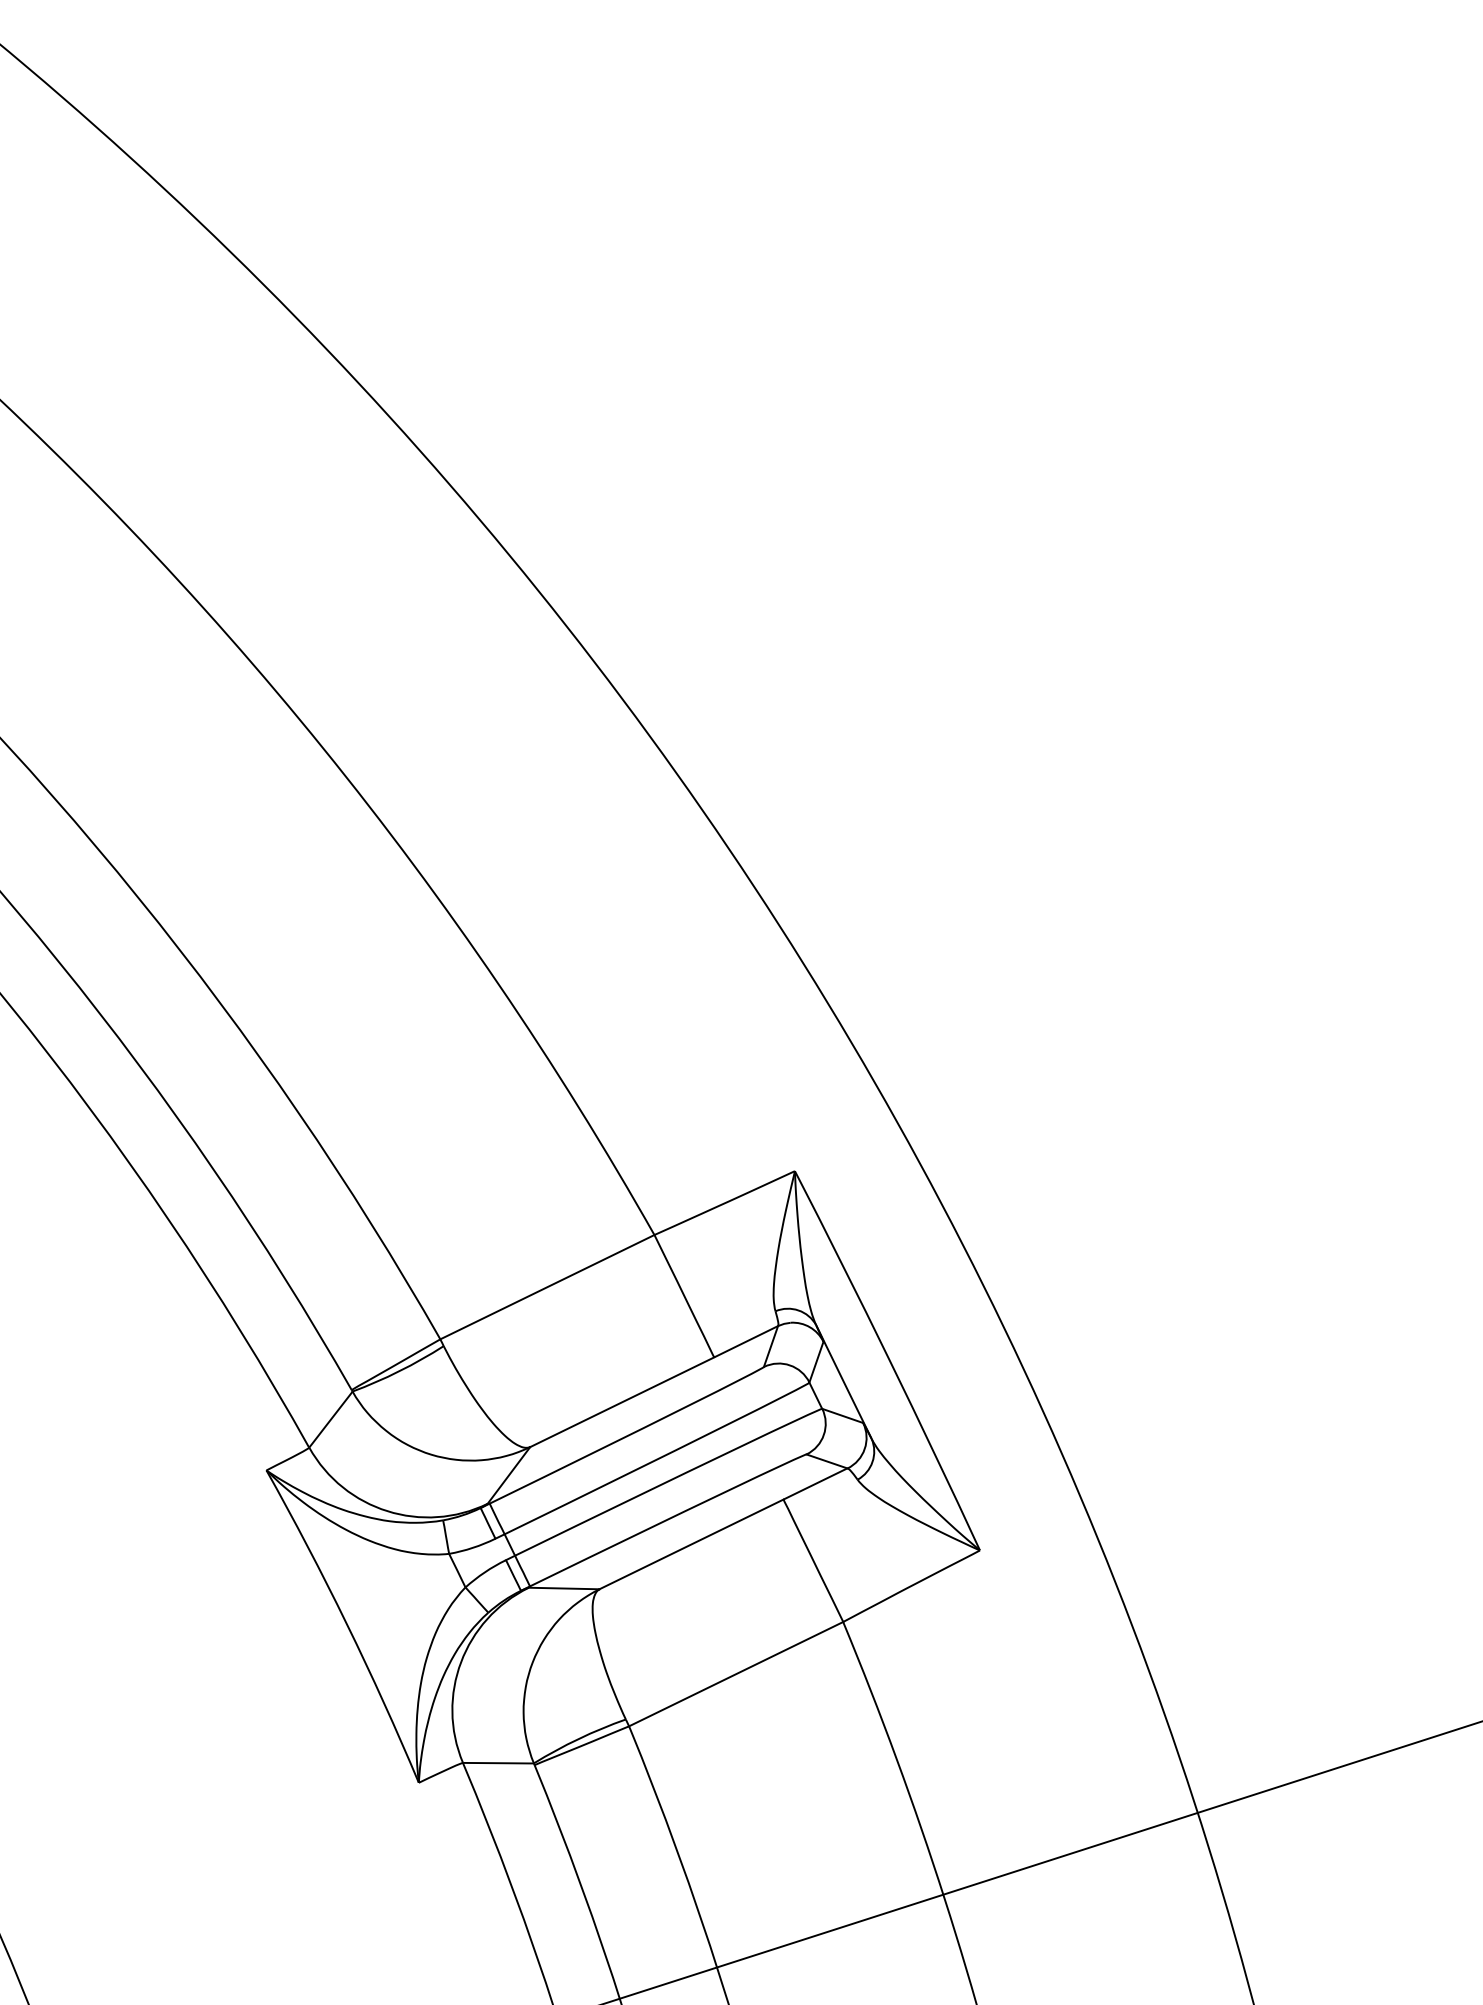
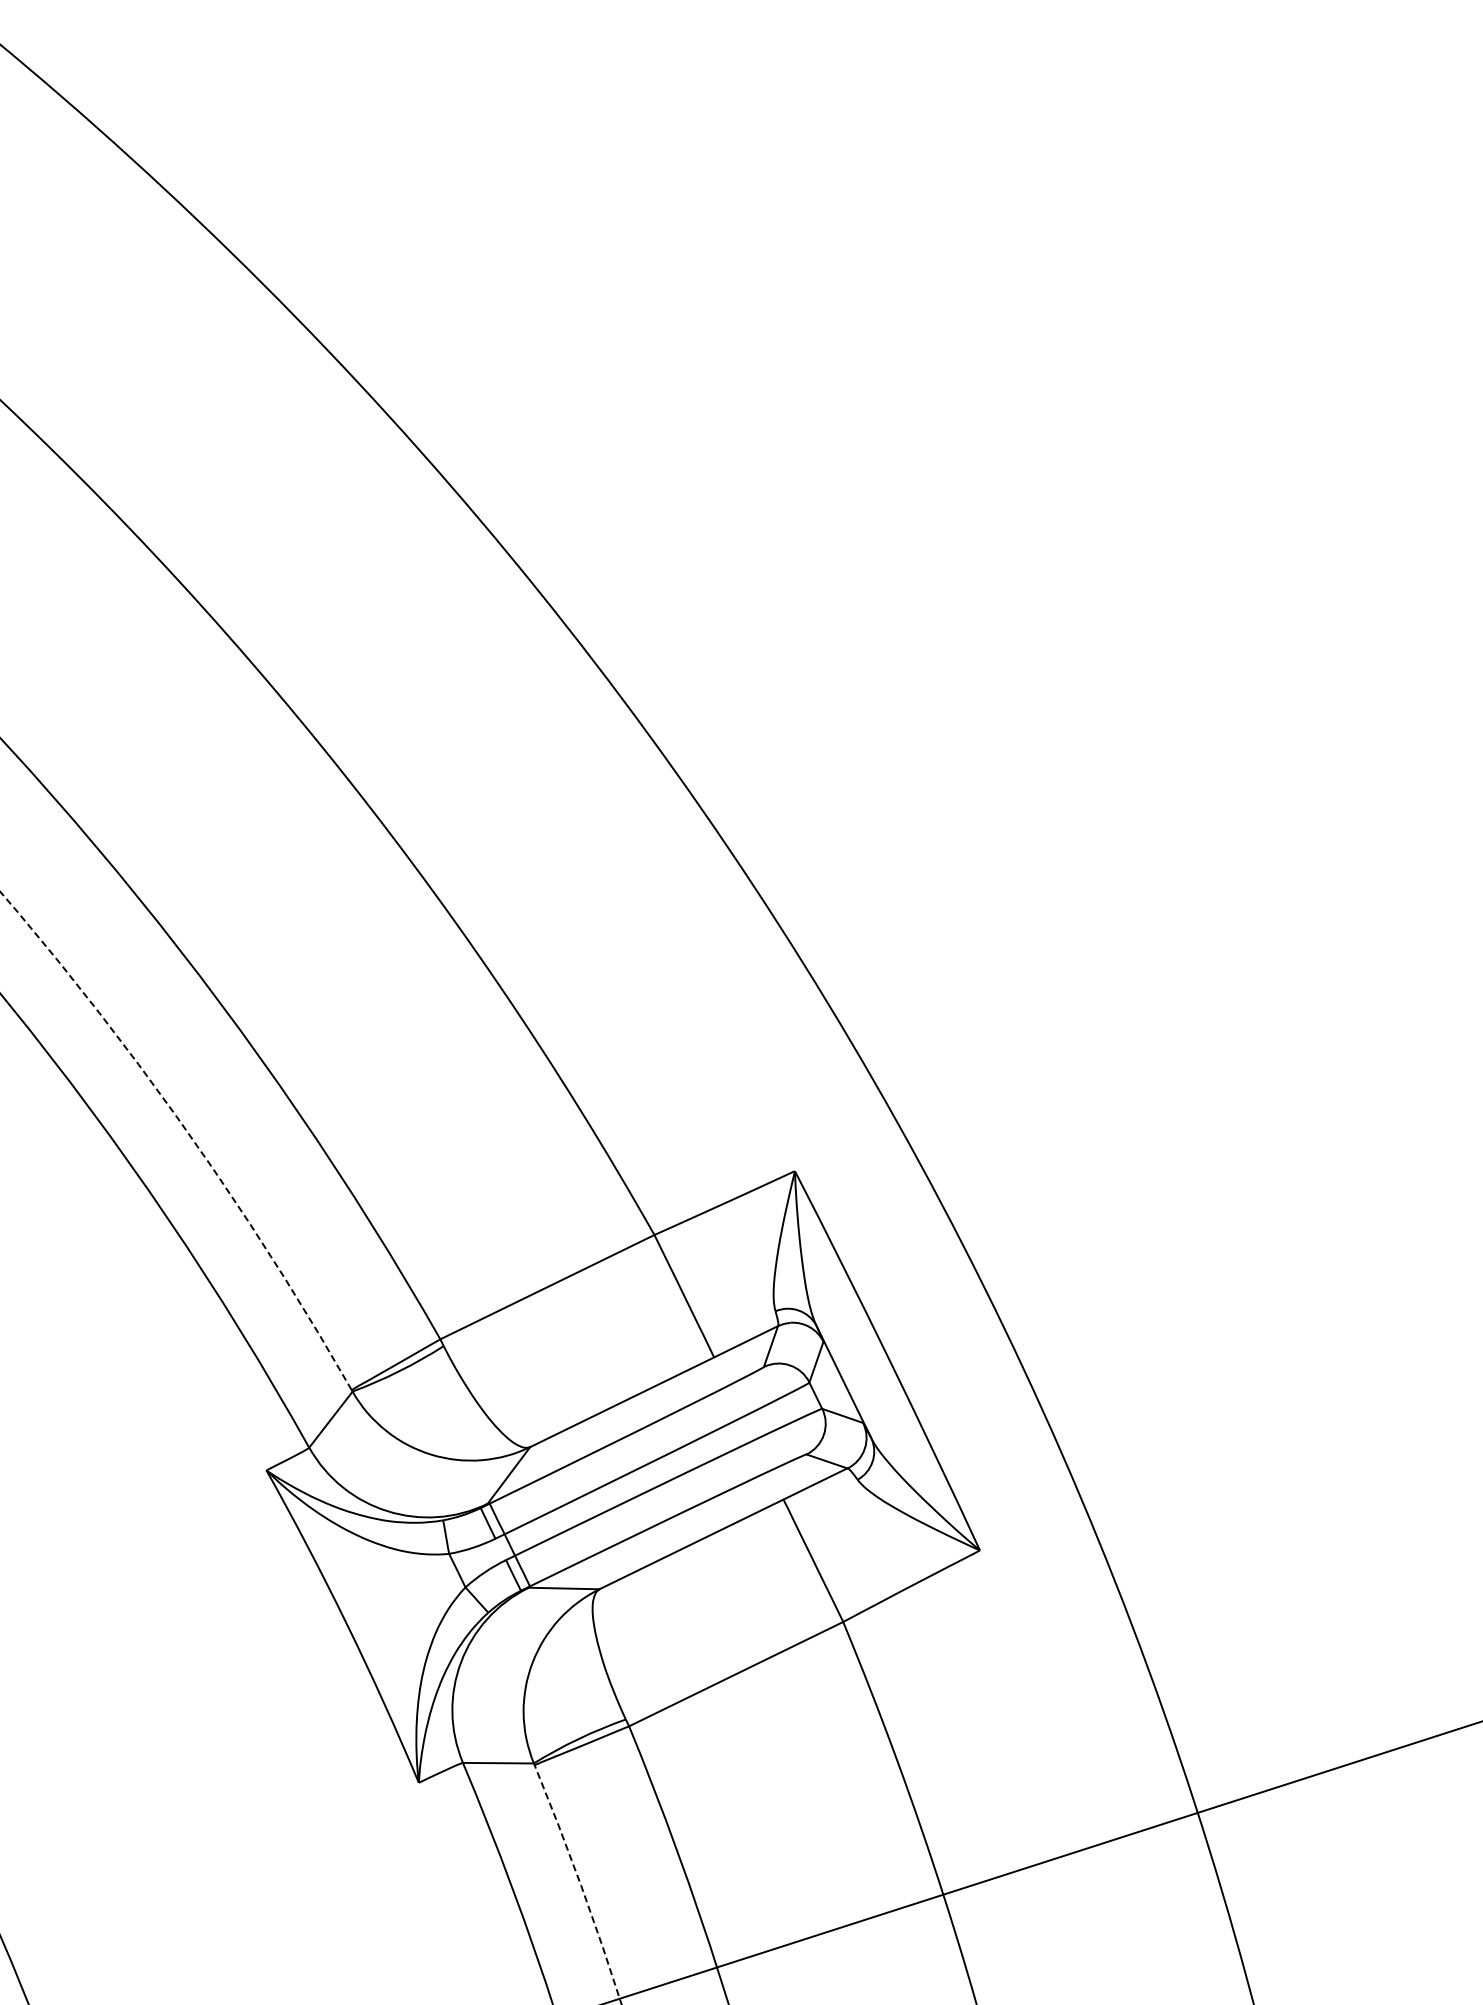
arc at (187, 1131): solid -> dashed
arc at (580, 1884): solid -> dashed
